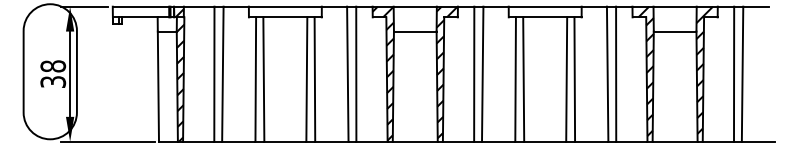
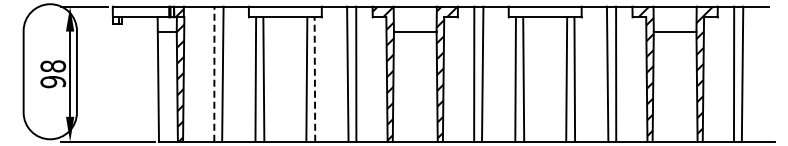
line at (214, 74): solid -> dashed
line at (314, 79): solid -> dashed
text at (52, 82): 38 -> 98
